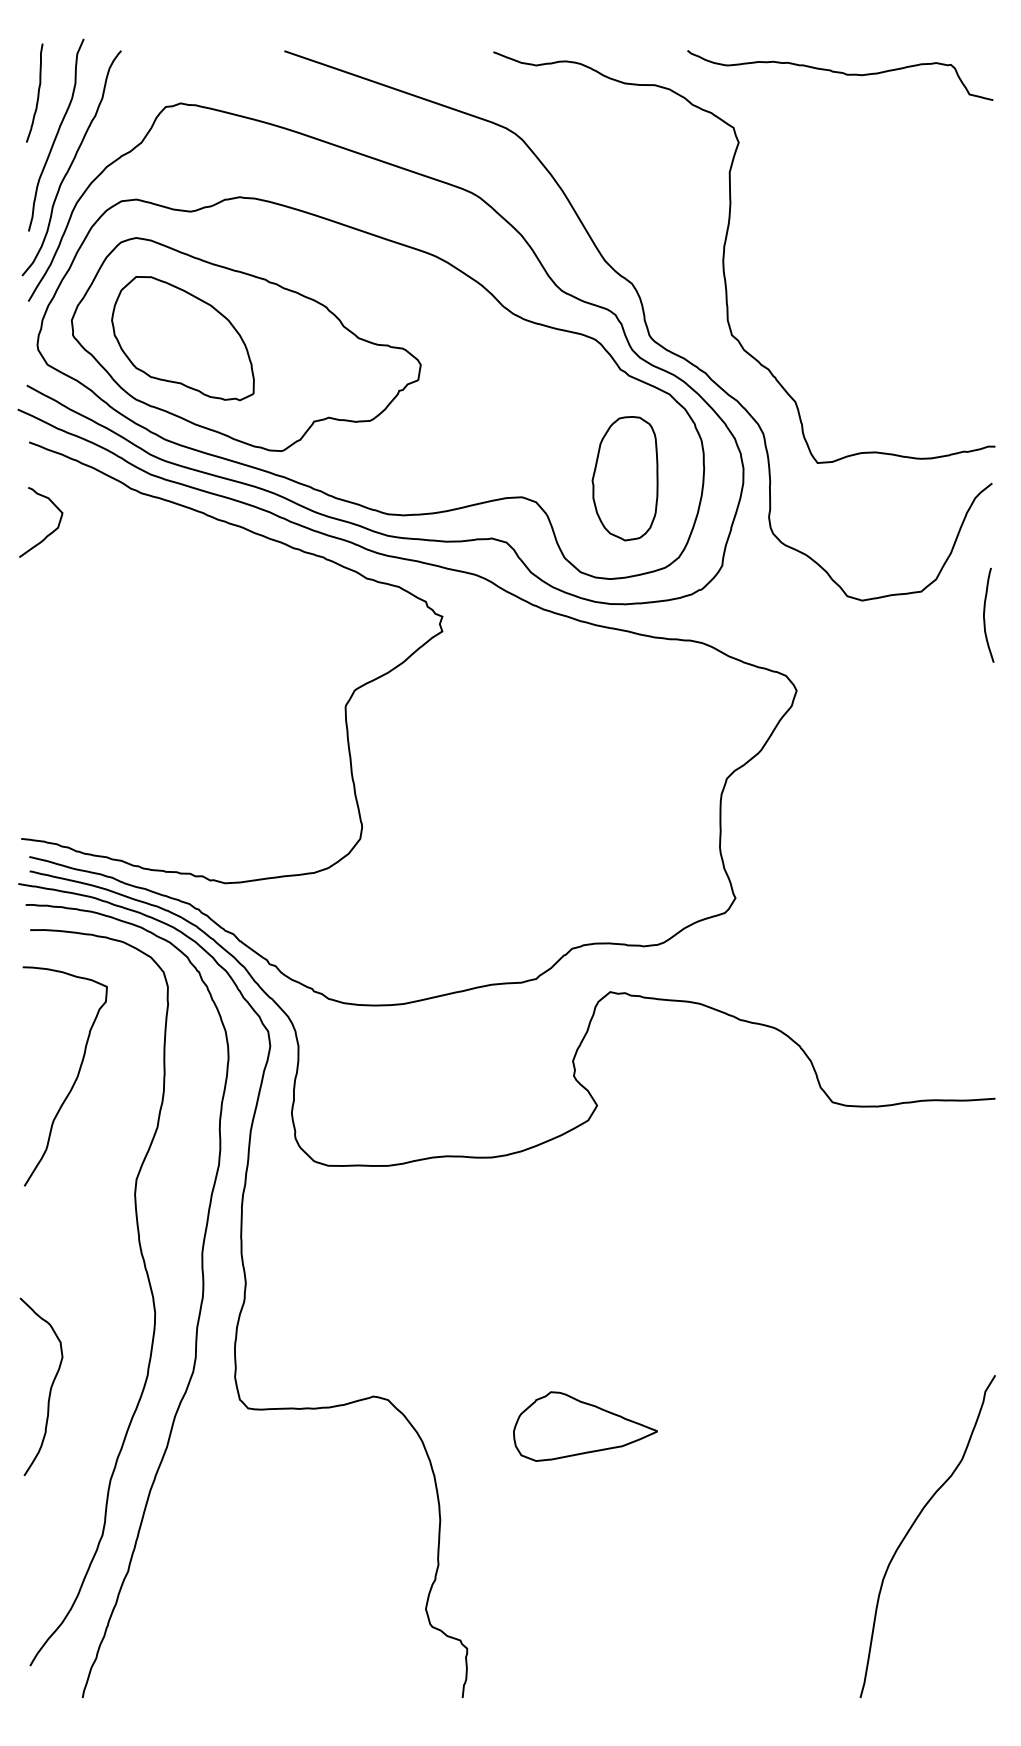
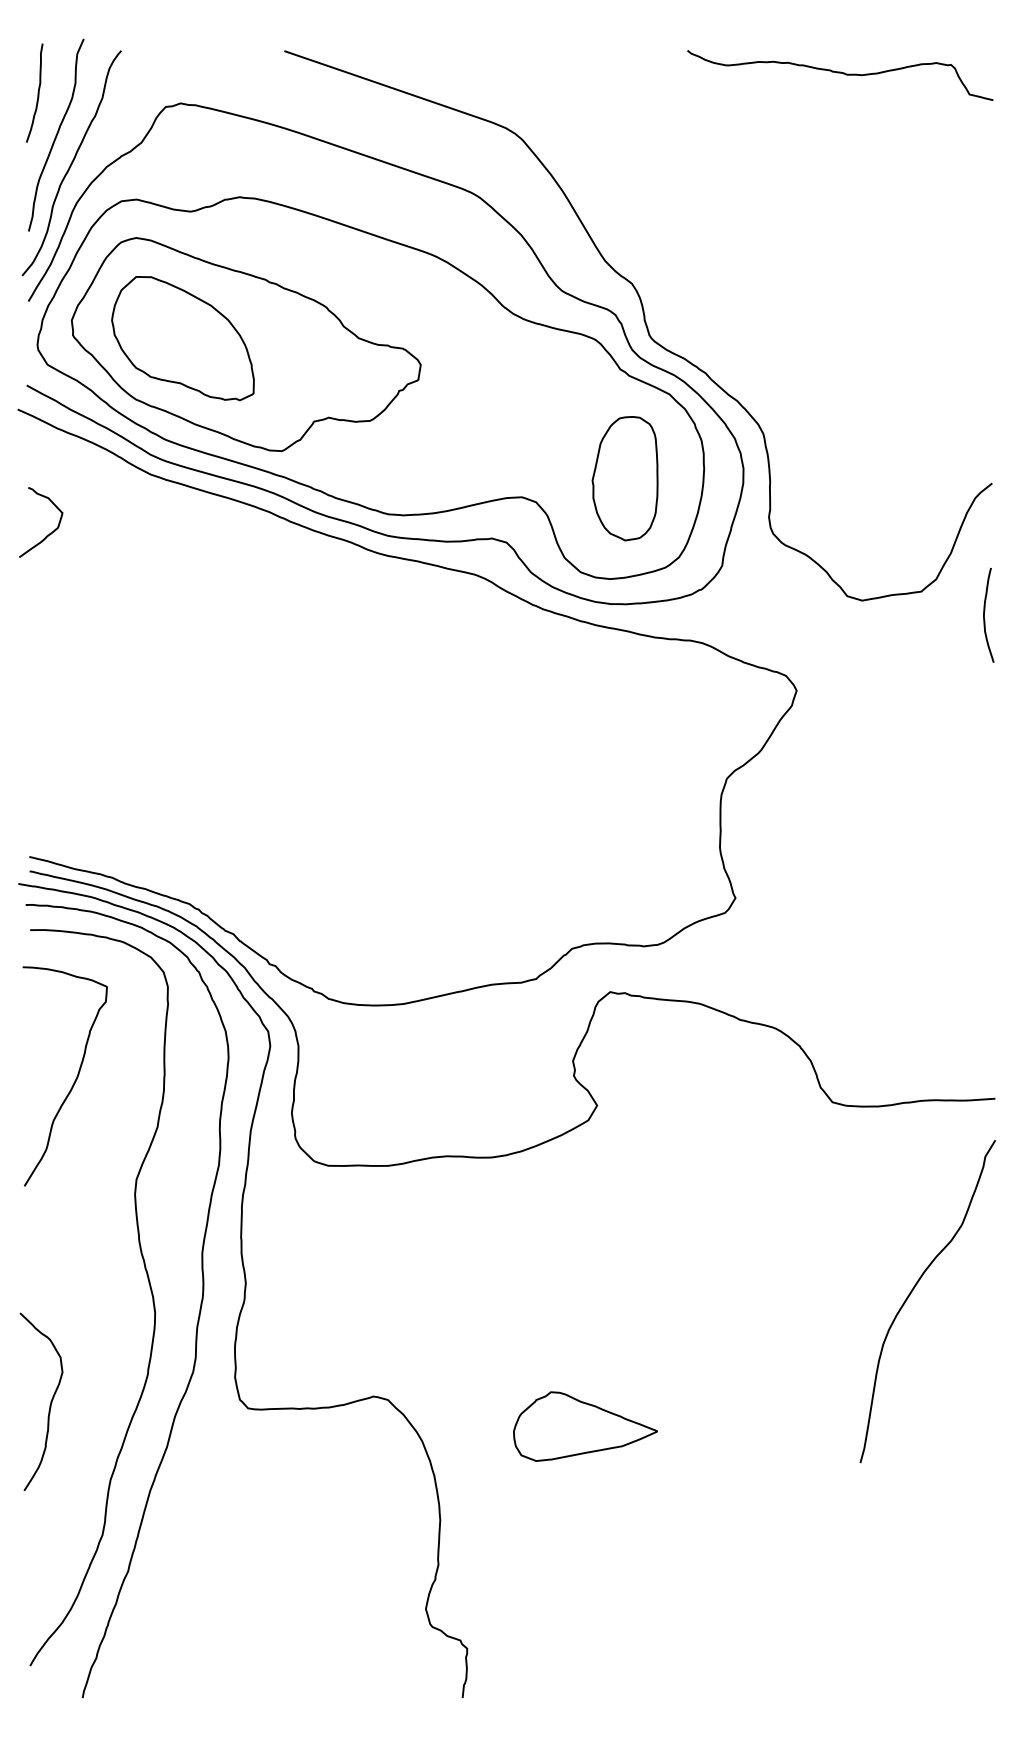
curve at (724, 257): present -> none
curve at (344, 706): present -> none
curve at (49, 1390) position: (49, 1390) -> (49, 1405)
curve at (912, 1527) position: (912, 1527) -> (912, 1292)
